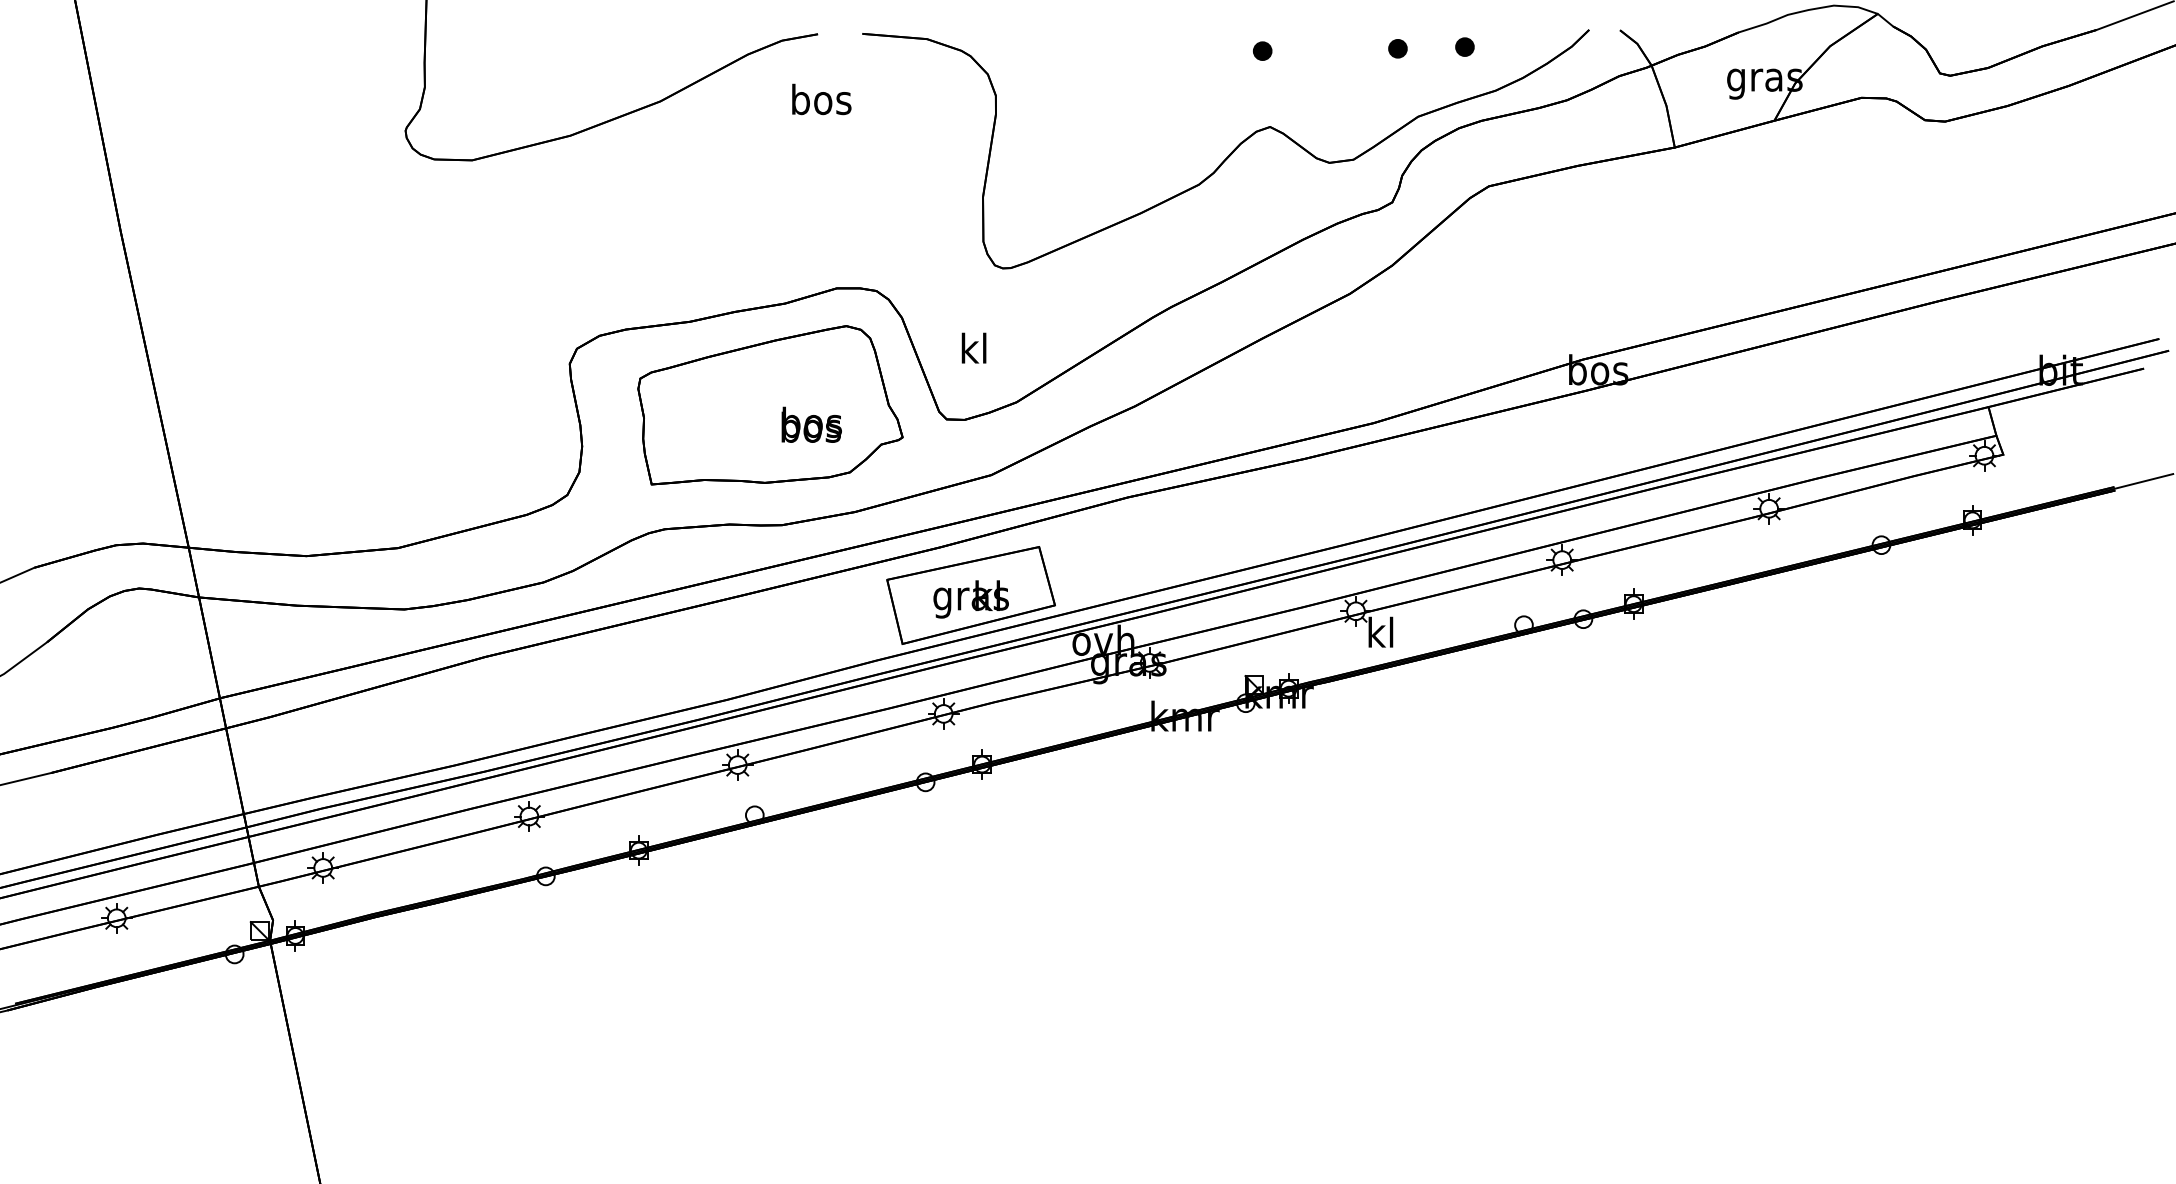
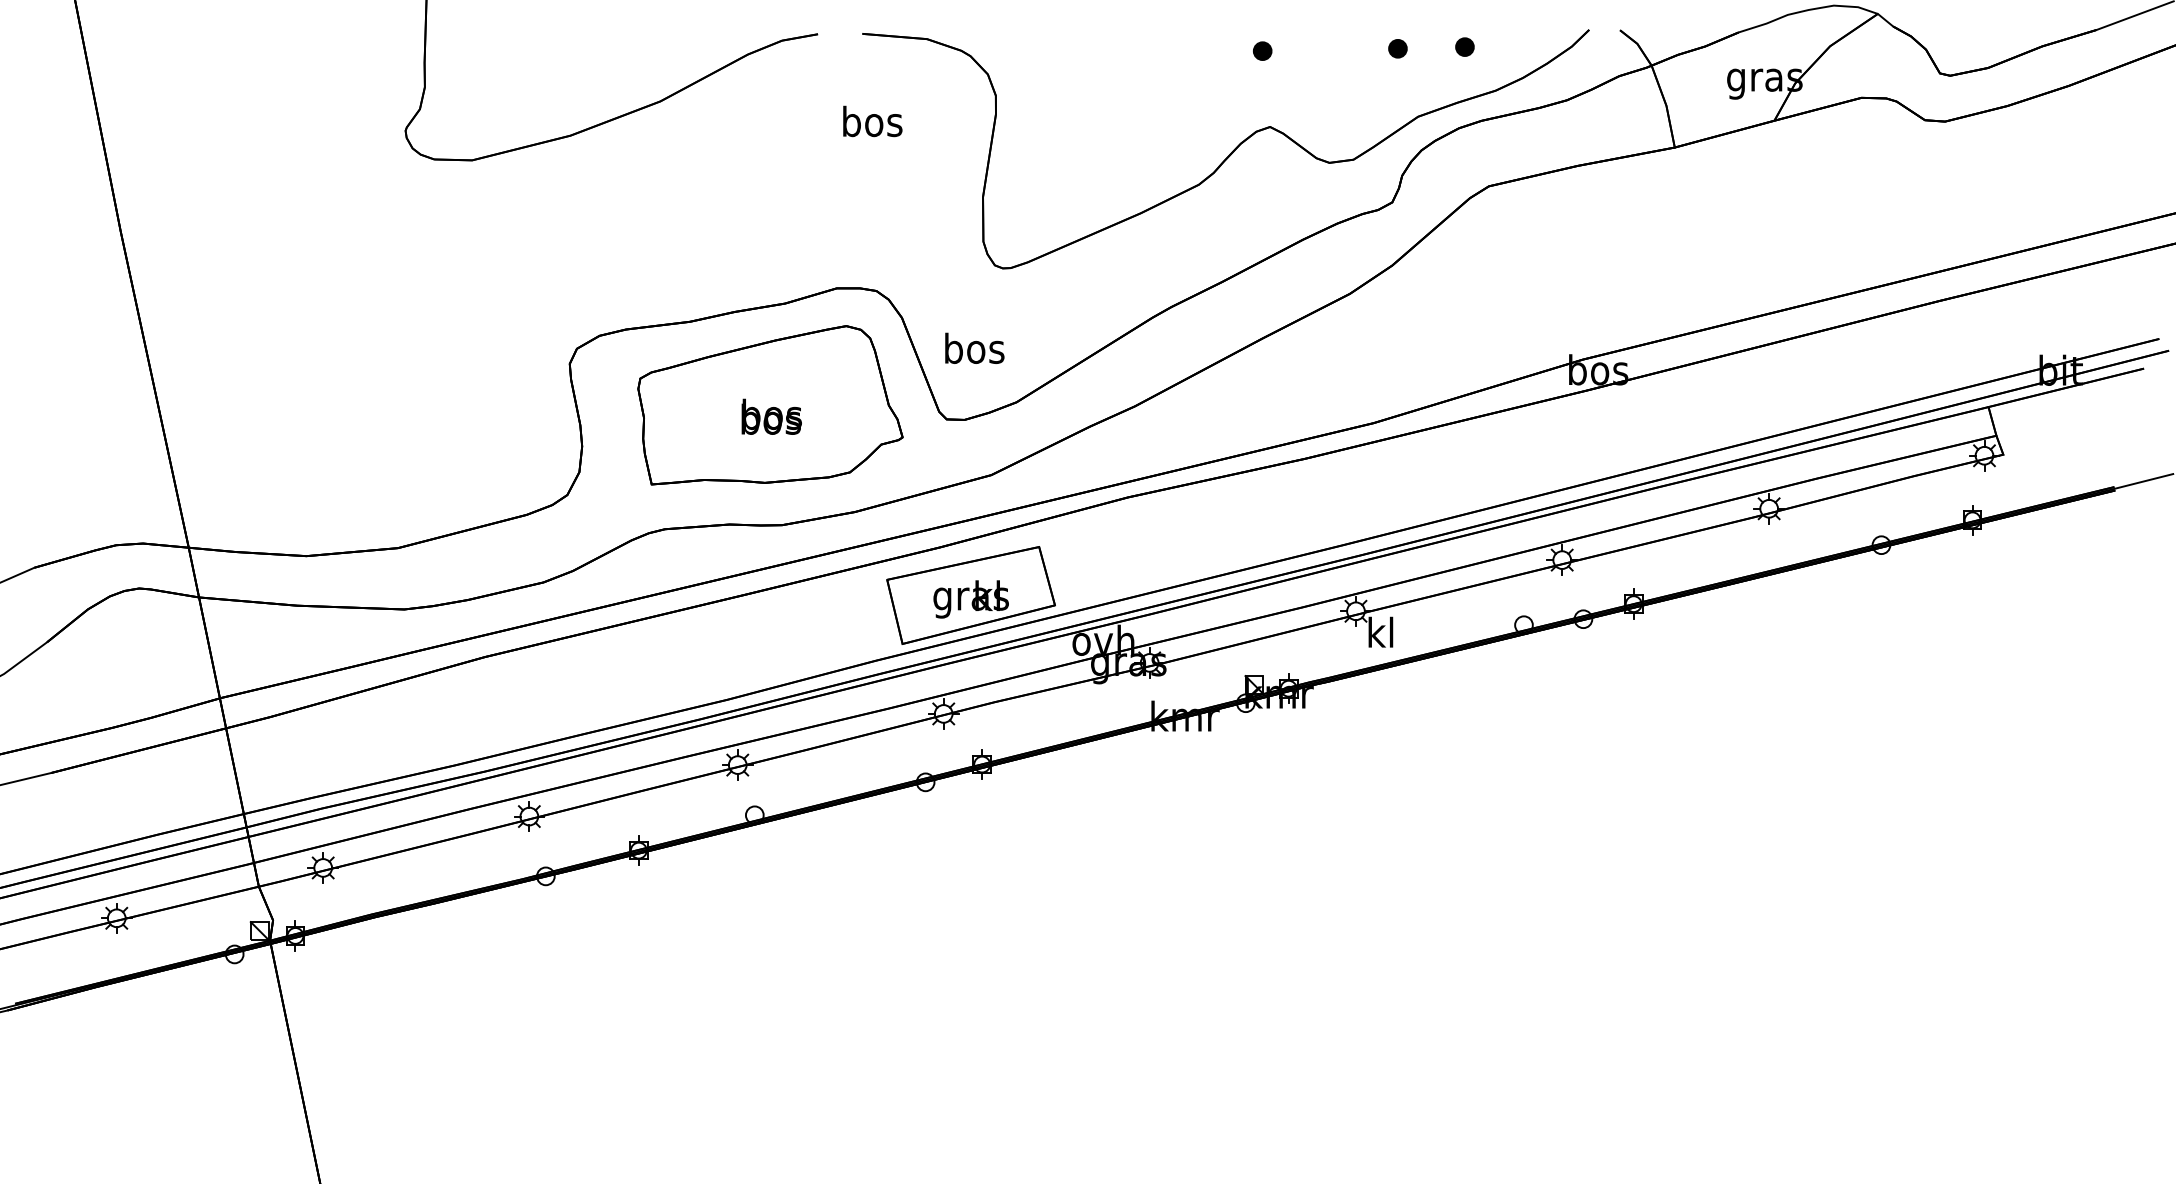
text at (821, 99) position: (821, 99) -> (872, 121)
text at (974, 348): kl -> bos
text at (811, 424) position: (811, 424) -> (771, 416)
